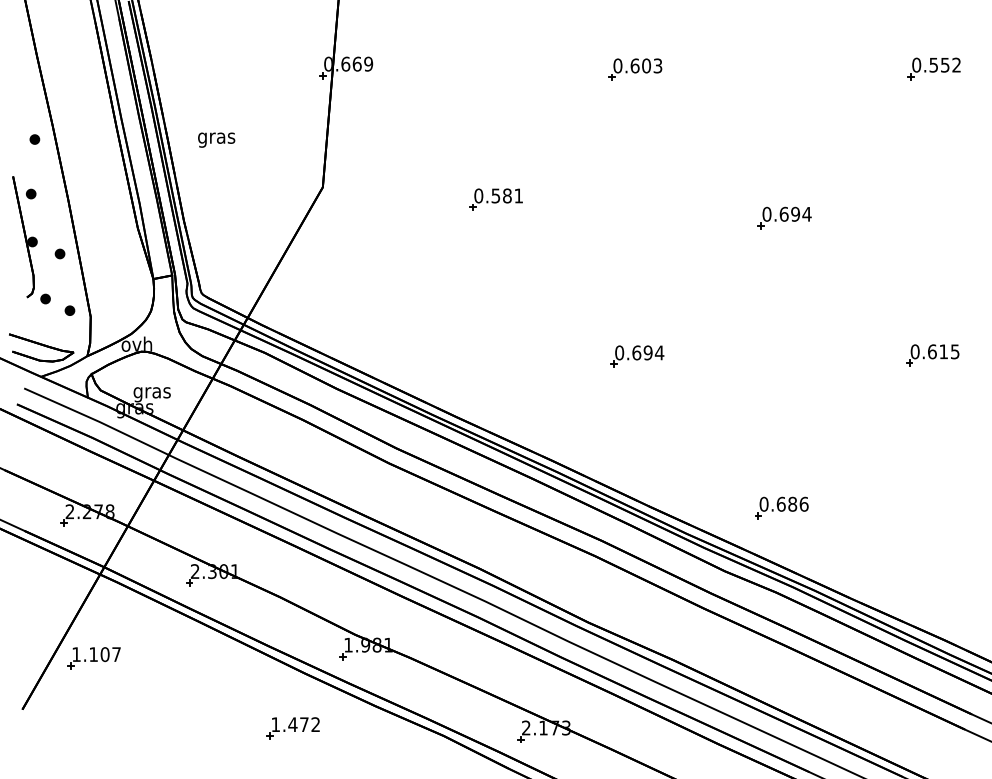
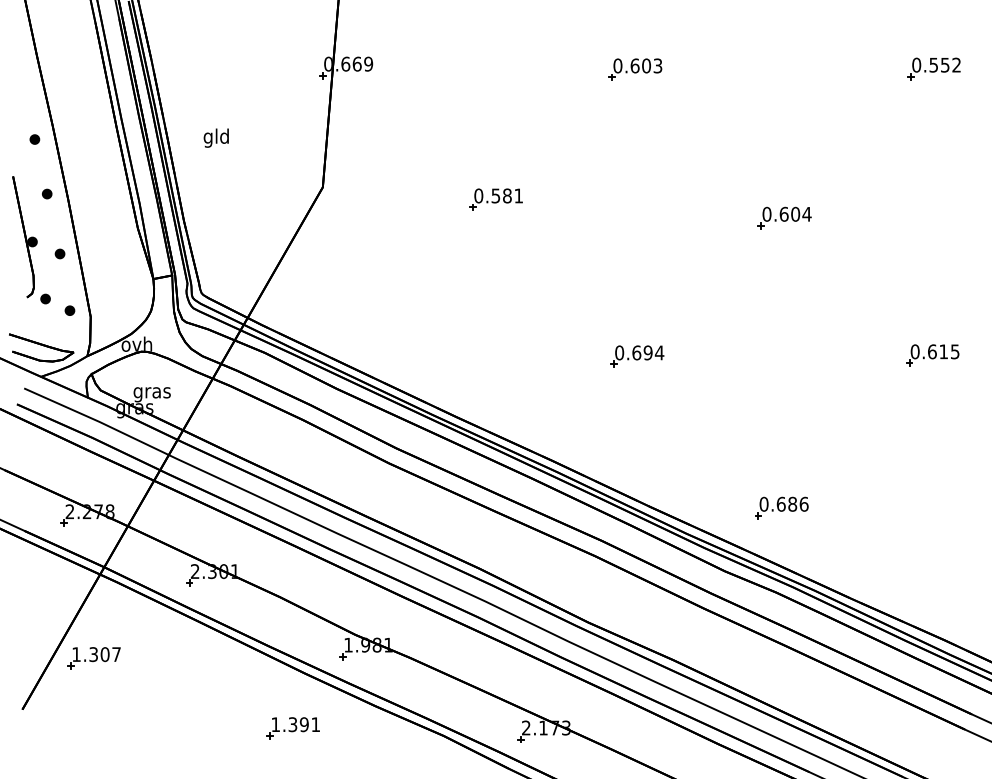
text at (216, 137): gras -> gld
part at (31, 193) position: (31, 193) -> (47, 193)
text at (795, 214): 0.694 -> 0.604
text at (93, 654): 1.107 -> 1.307
text at (303, 724): 1.472 -> 1.391
